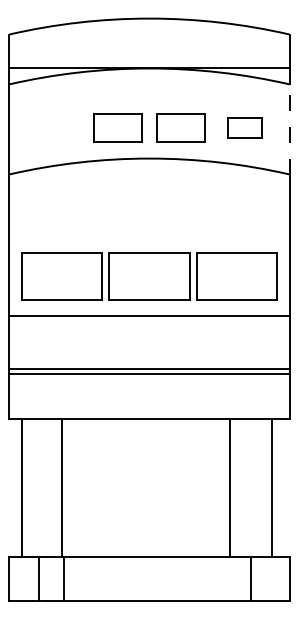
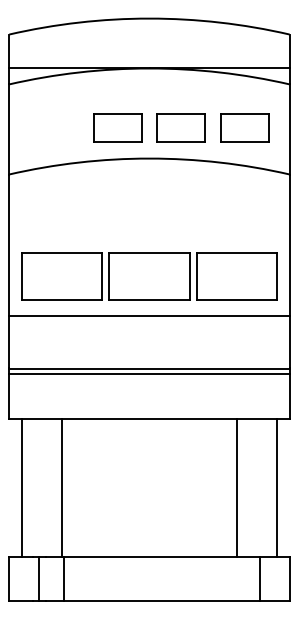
part at (244, 127) size: 36x22 px -> 50x30 px
line at (289, 128): dashed -> solid
line at (230, 488) position: (230, 488) -> (237, 488)
line at (272, 488) position: (272, 488) -> (277, 488)
line at (250, 579) position: (250, 579) -> (259, 579)
